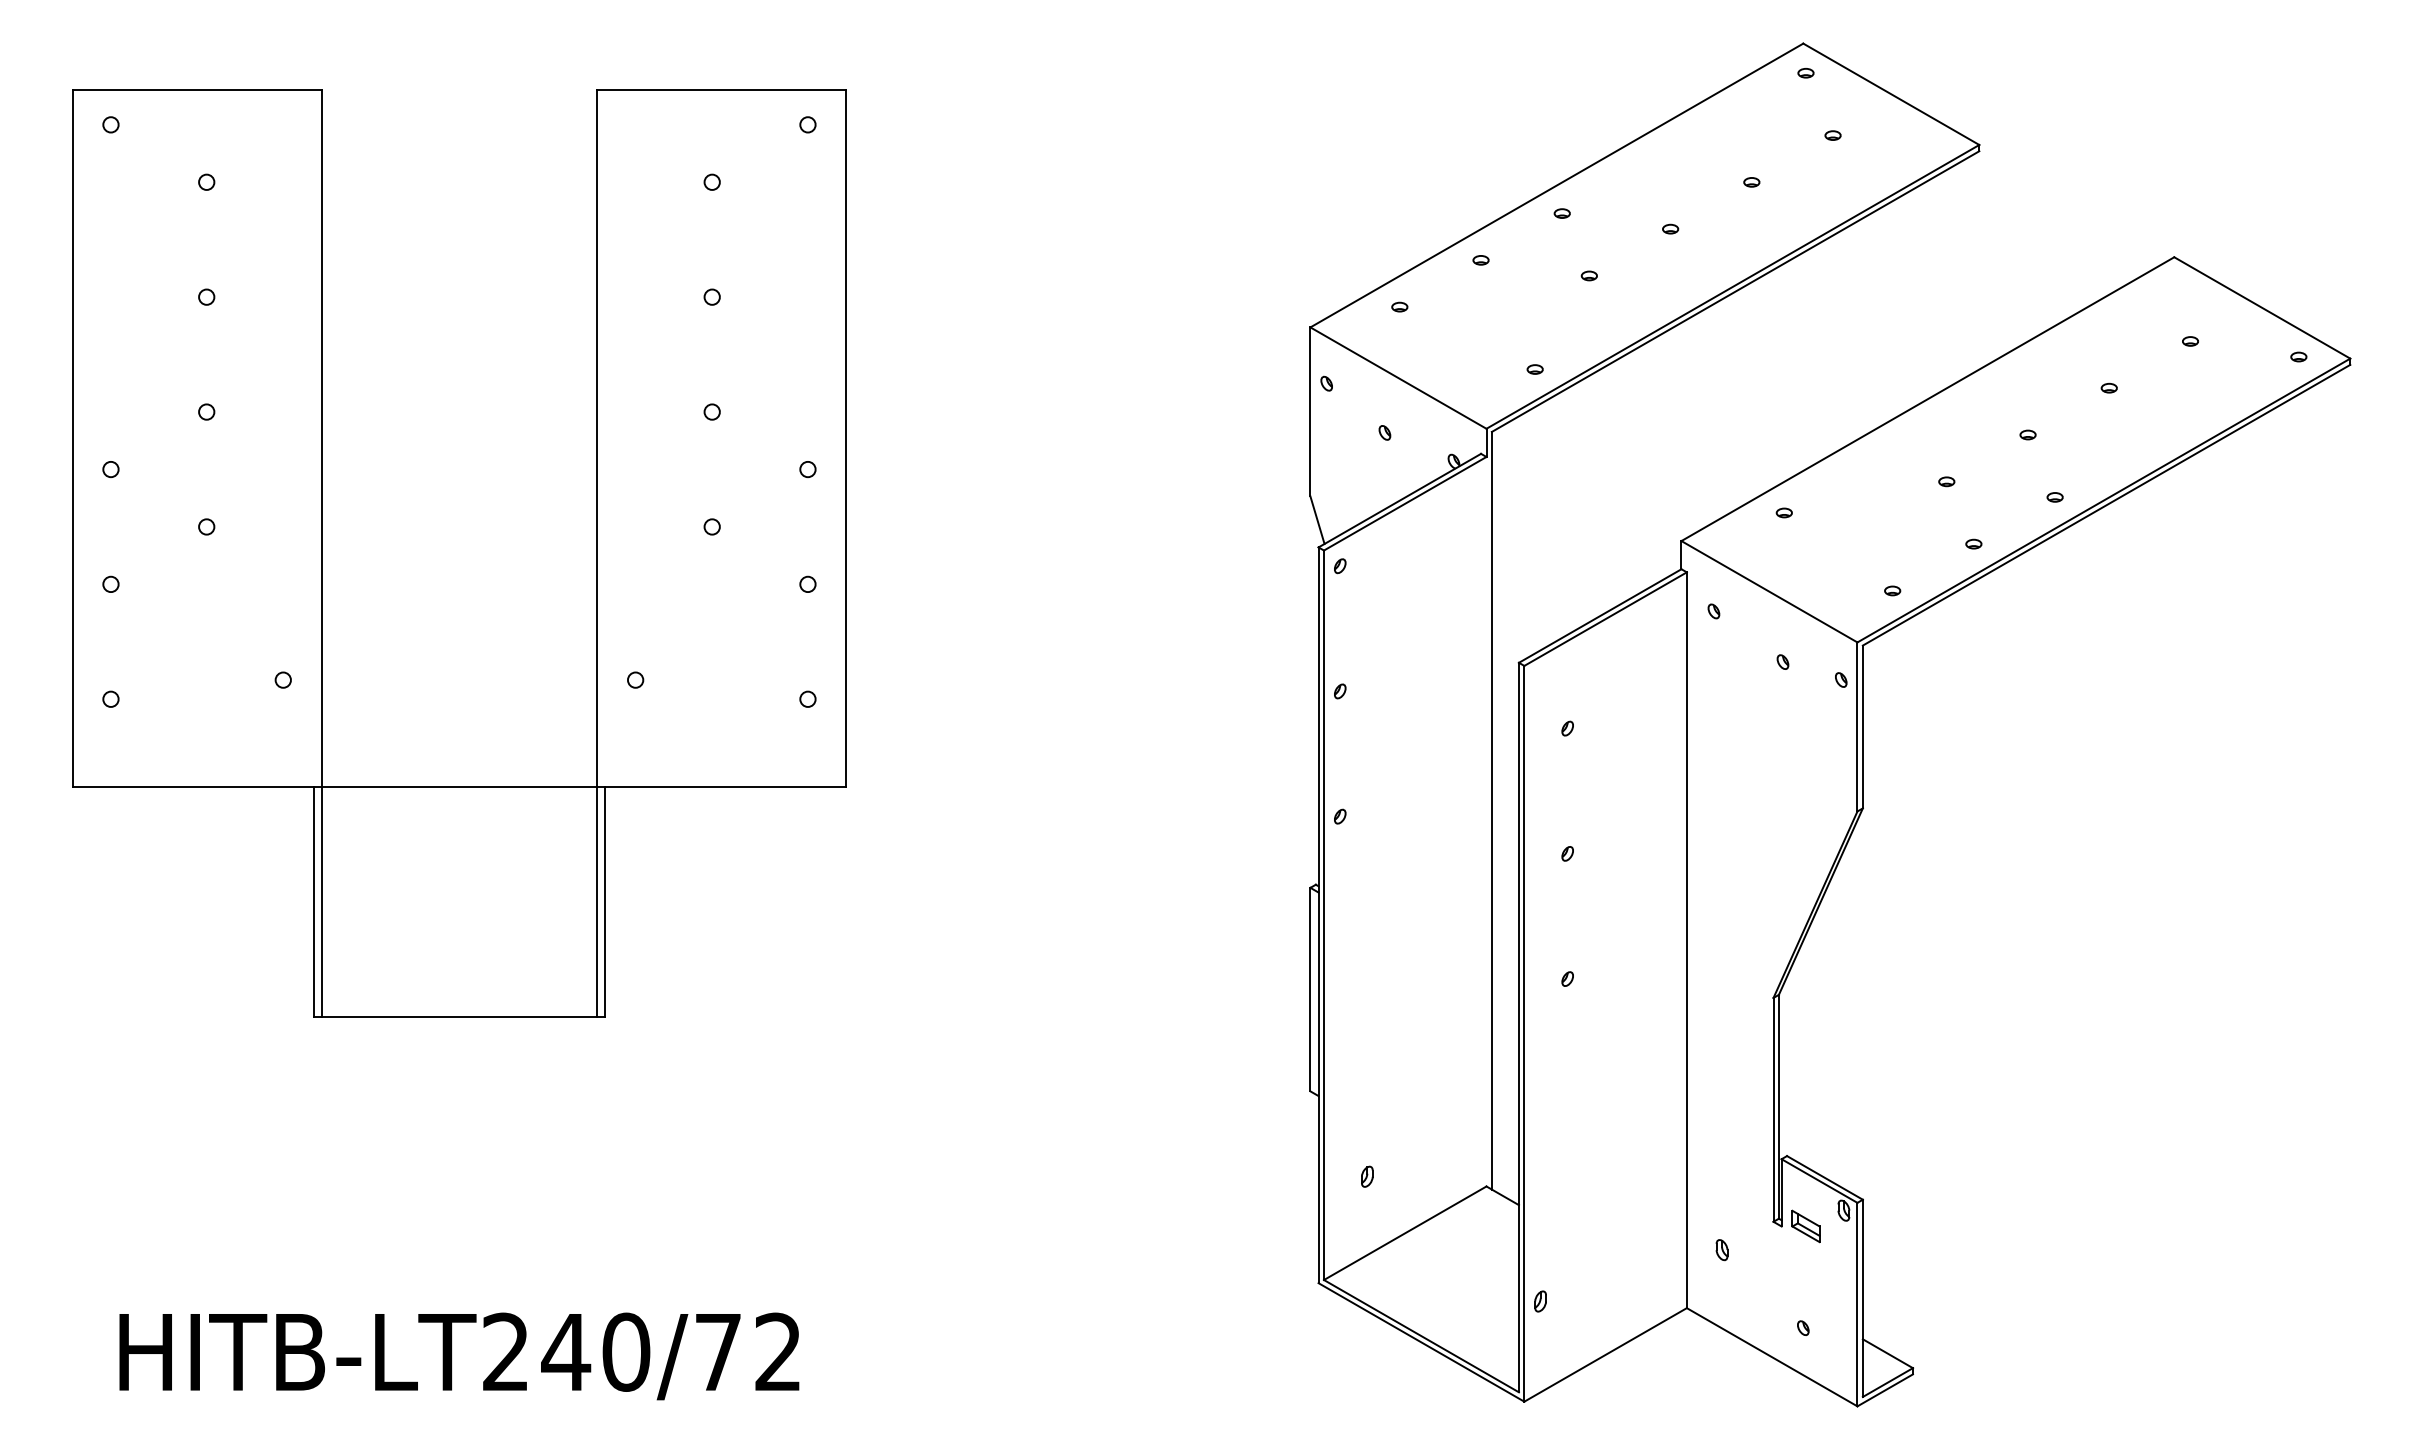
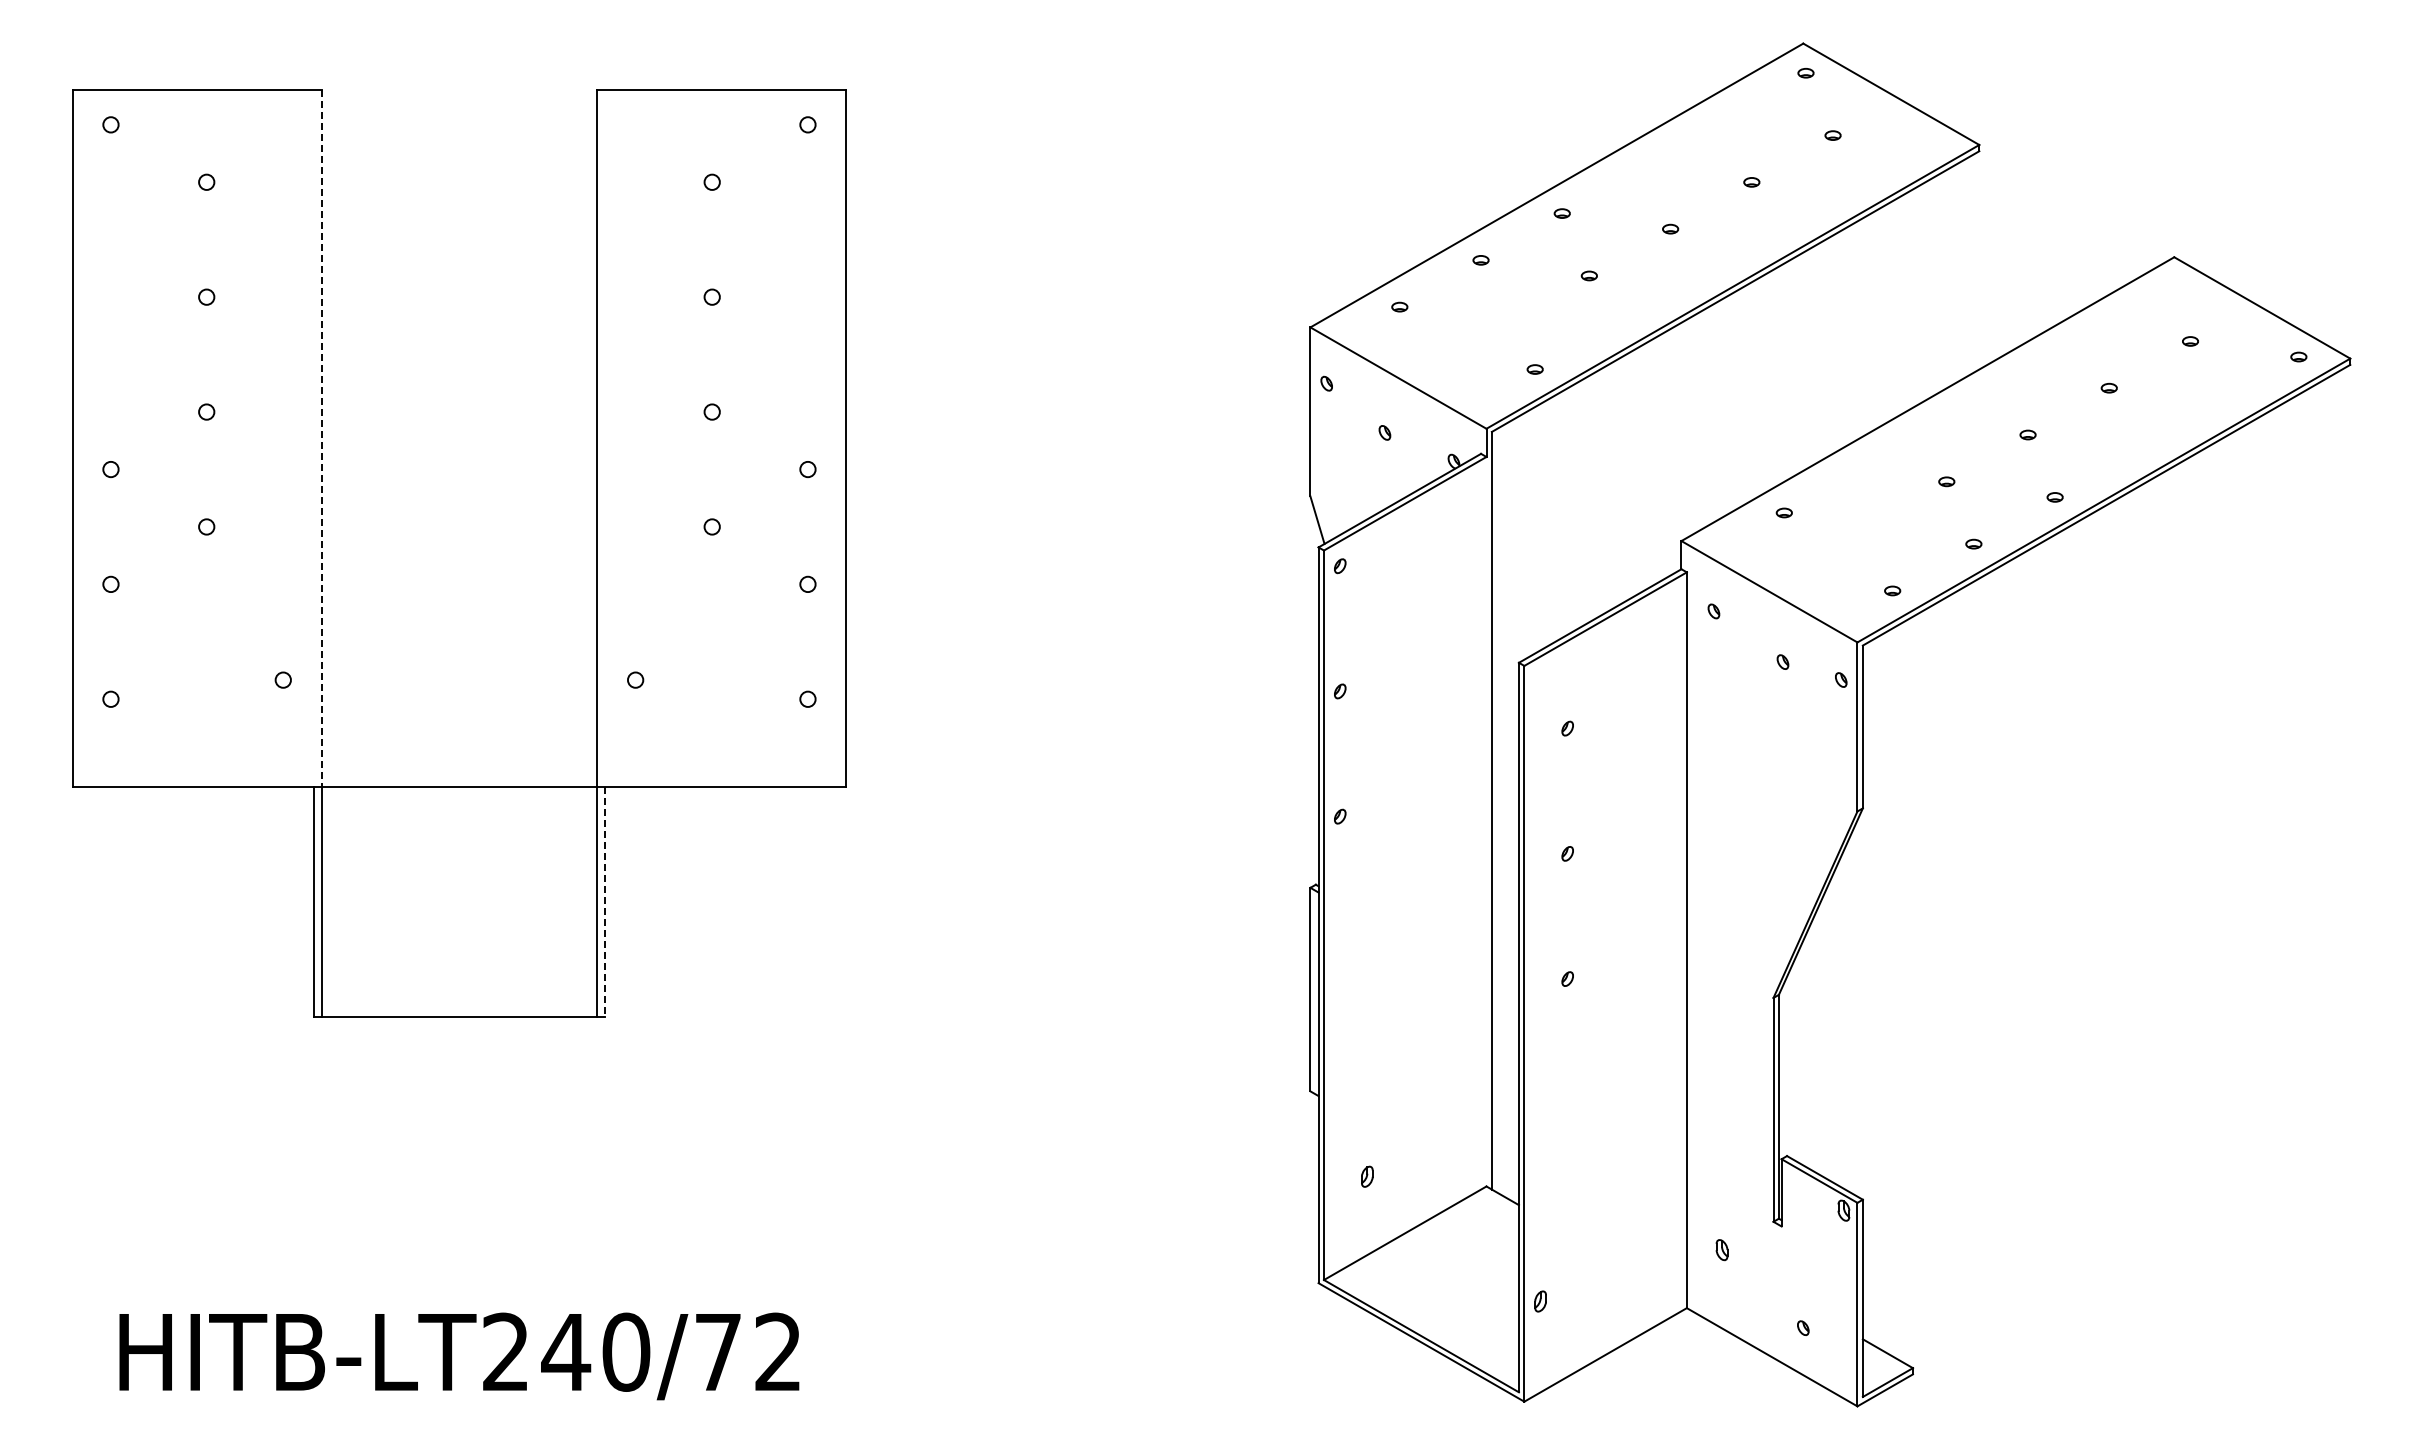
line at (321, 439): solid -> dashed
line at (605, 902): solid -> dashed
part at (1805, 1226): present -> none
